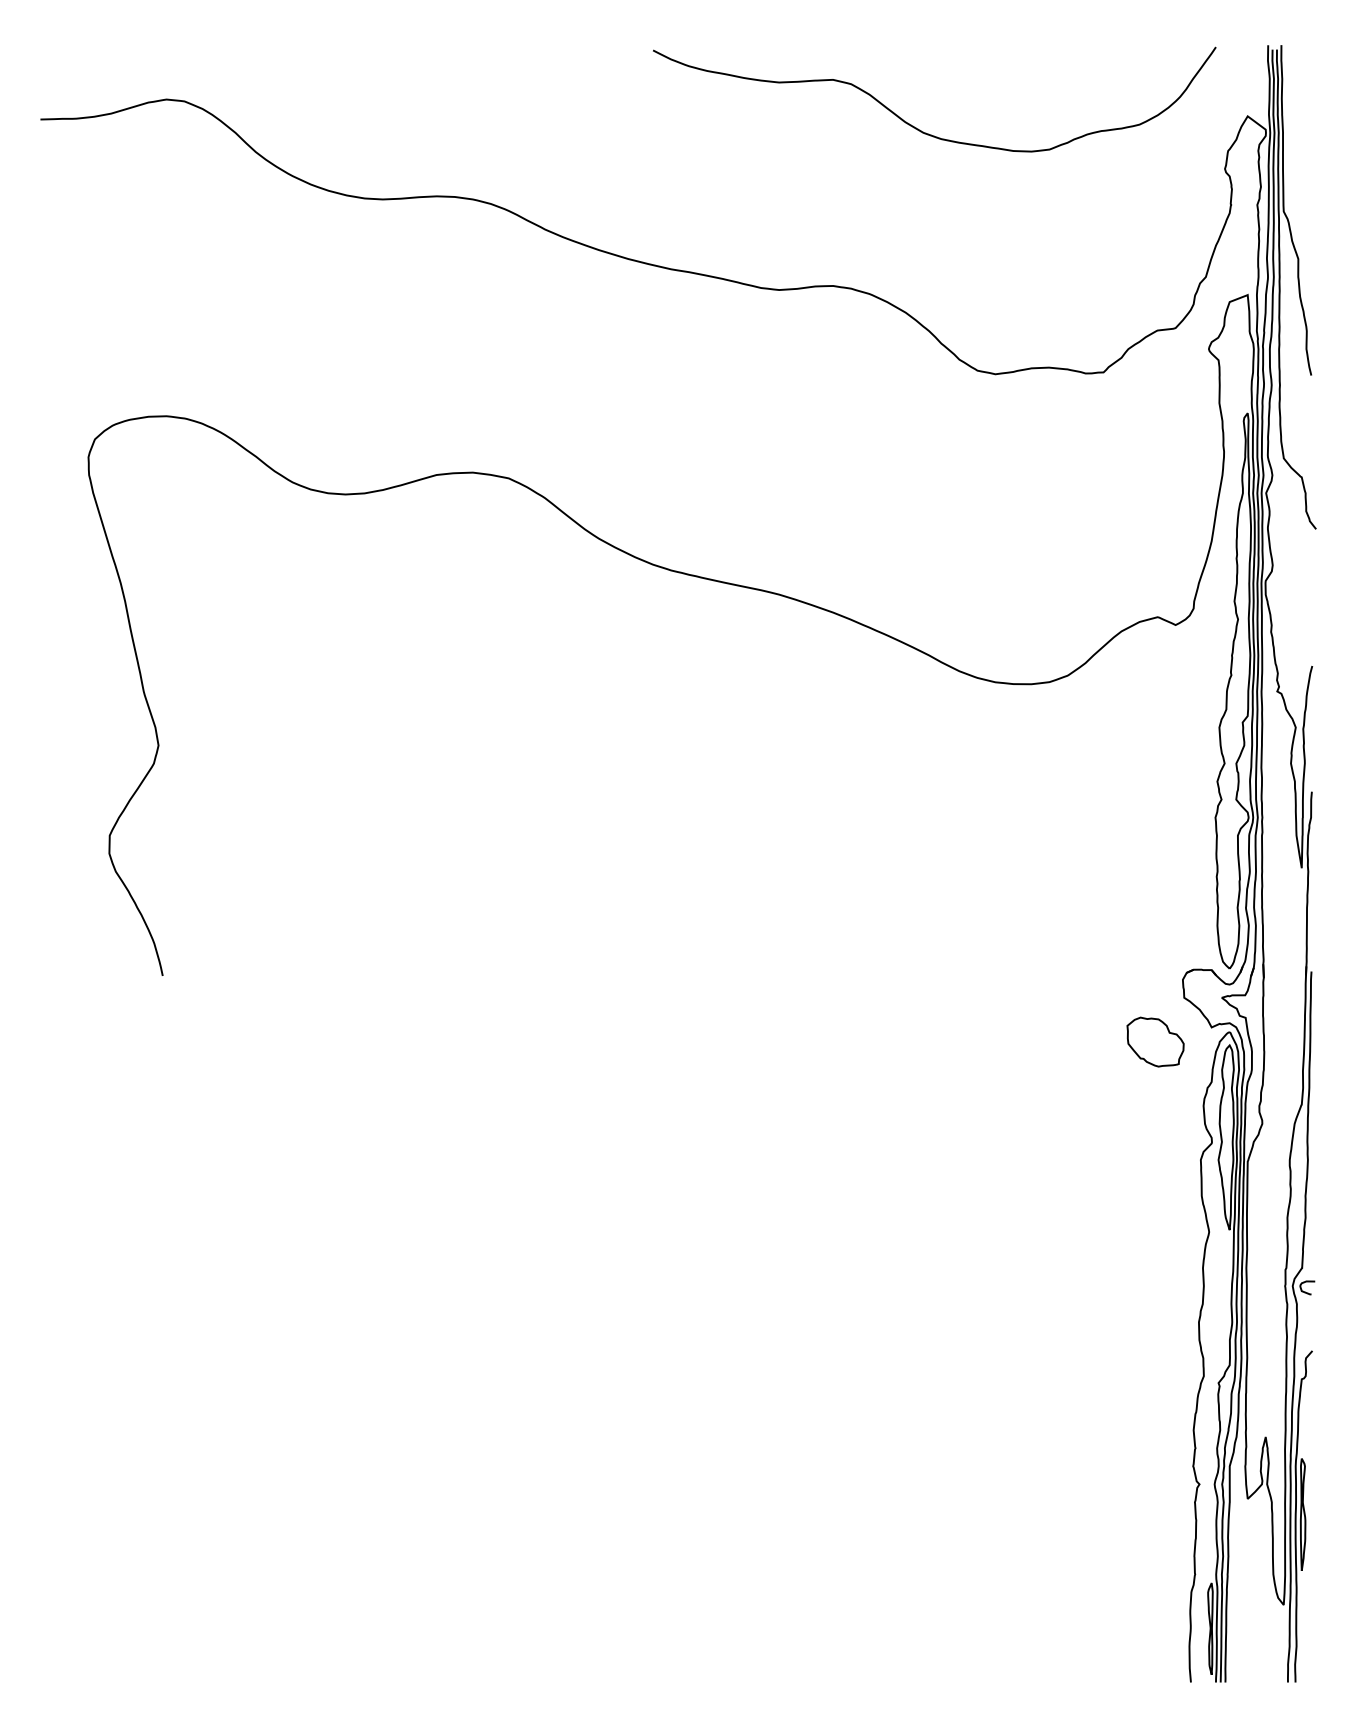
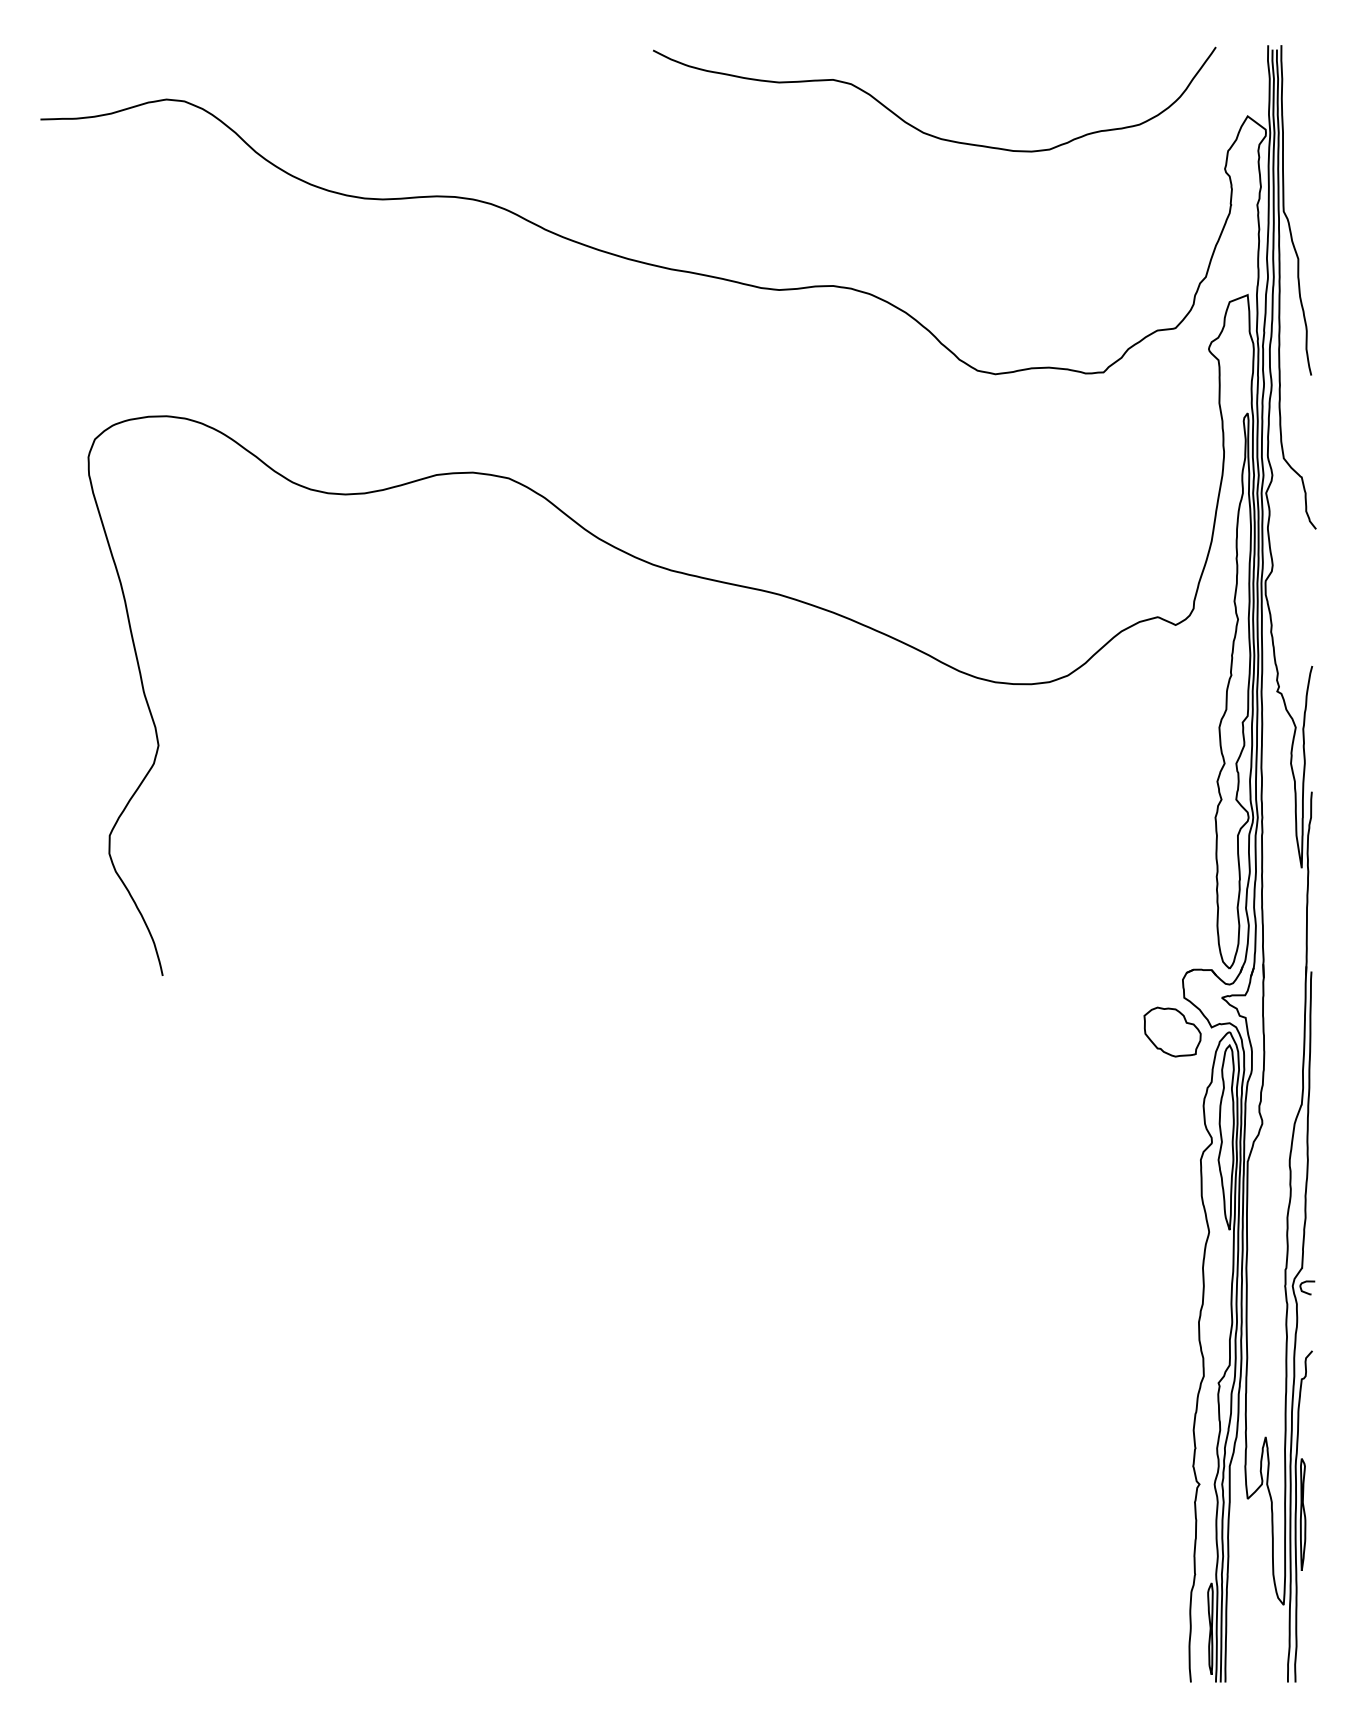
part at (1155, 1041) position: (1155, 1041) -> (1172, 1031)
